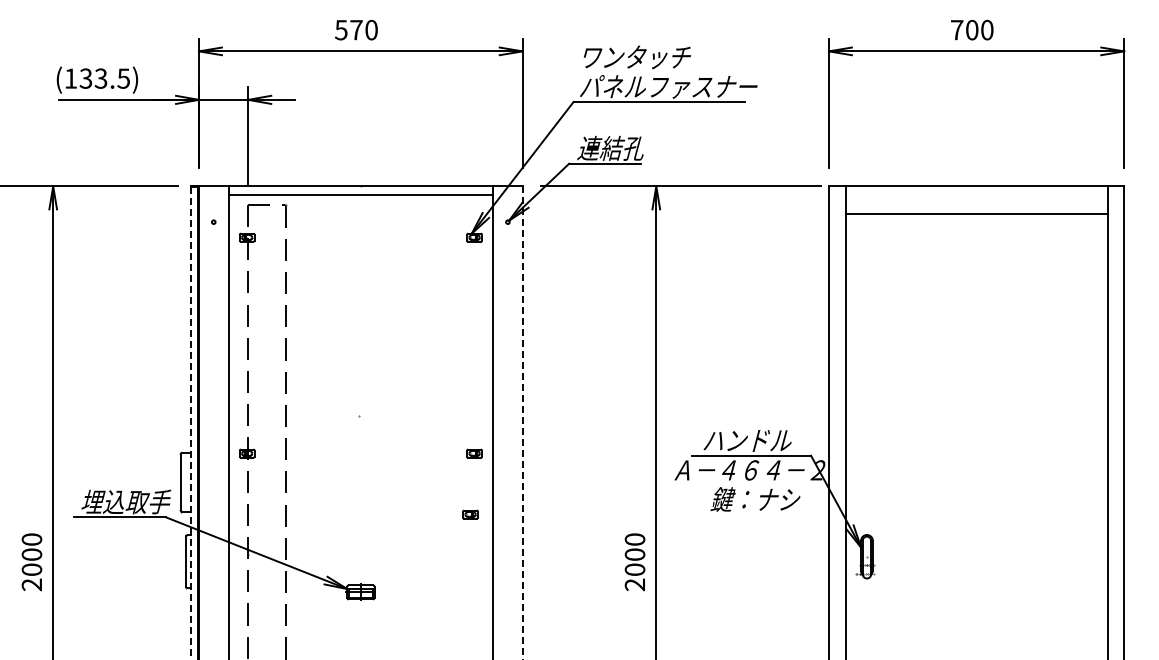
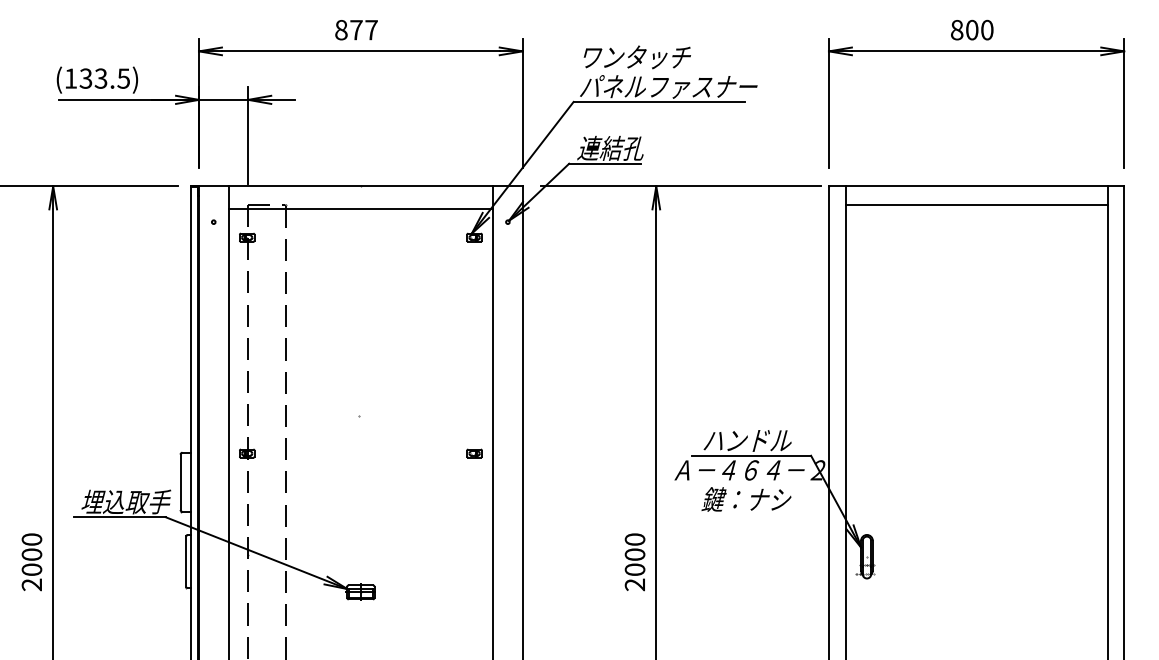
text at (355, 29): 570 -> 877
text at (957, 30): 700 -> 800
line at (360, 194) position: (360, 194) -> (360, 208)
line at (976, 213) position: (976, 213) -> (976, 204)
line at (190, 423): dashed -> solid
line at (522, 423): dashed -> solid
text at (755, 499) position: (755, 499) -> (746, 499)
part at (470, 514): present -> none
